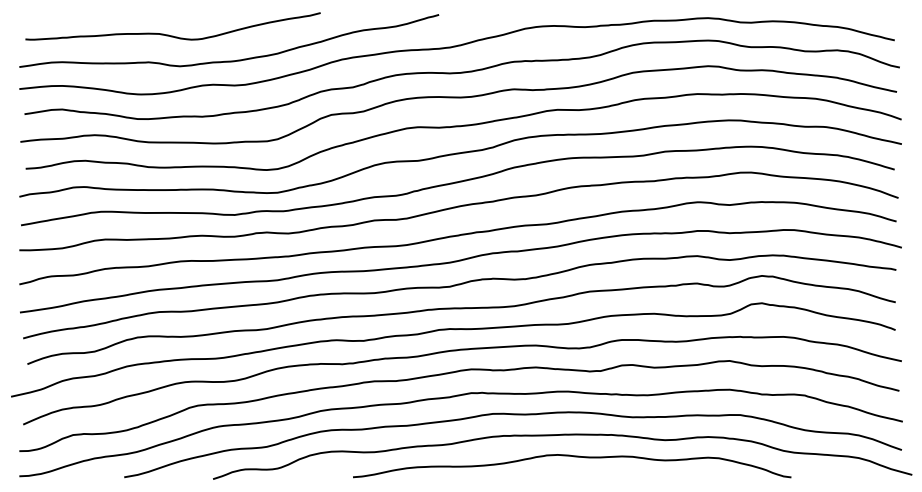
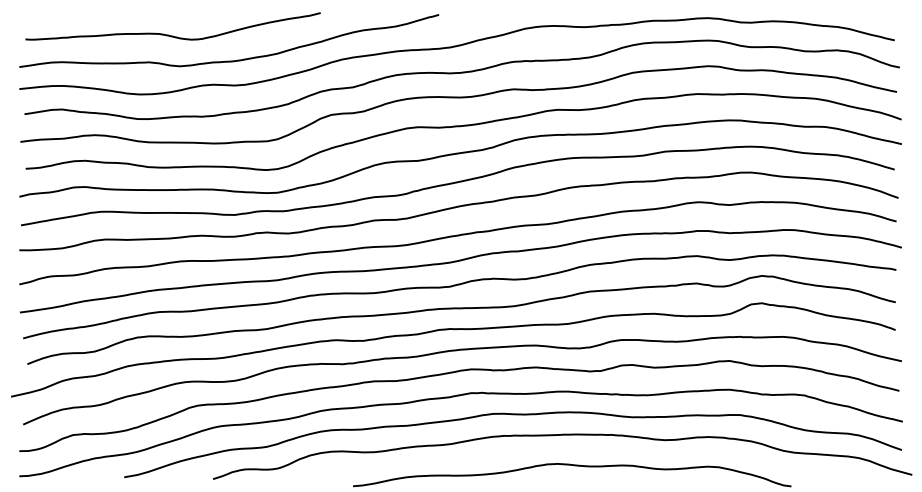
curve at (573, 457) position: (573, 457) -> (573, 466)
